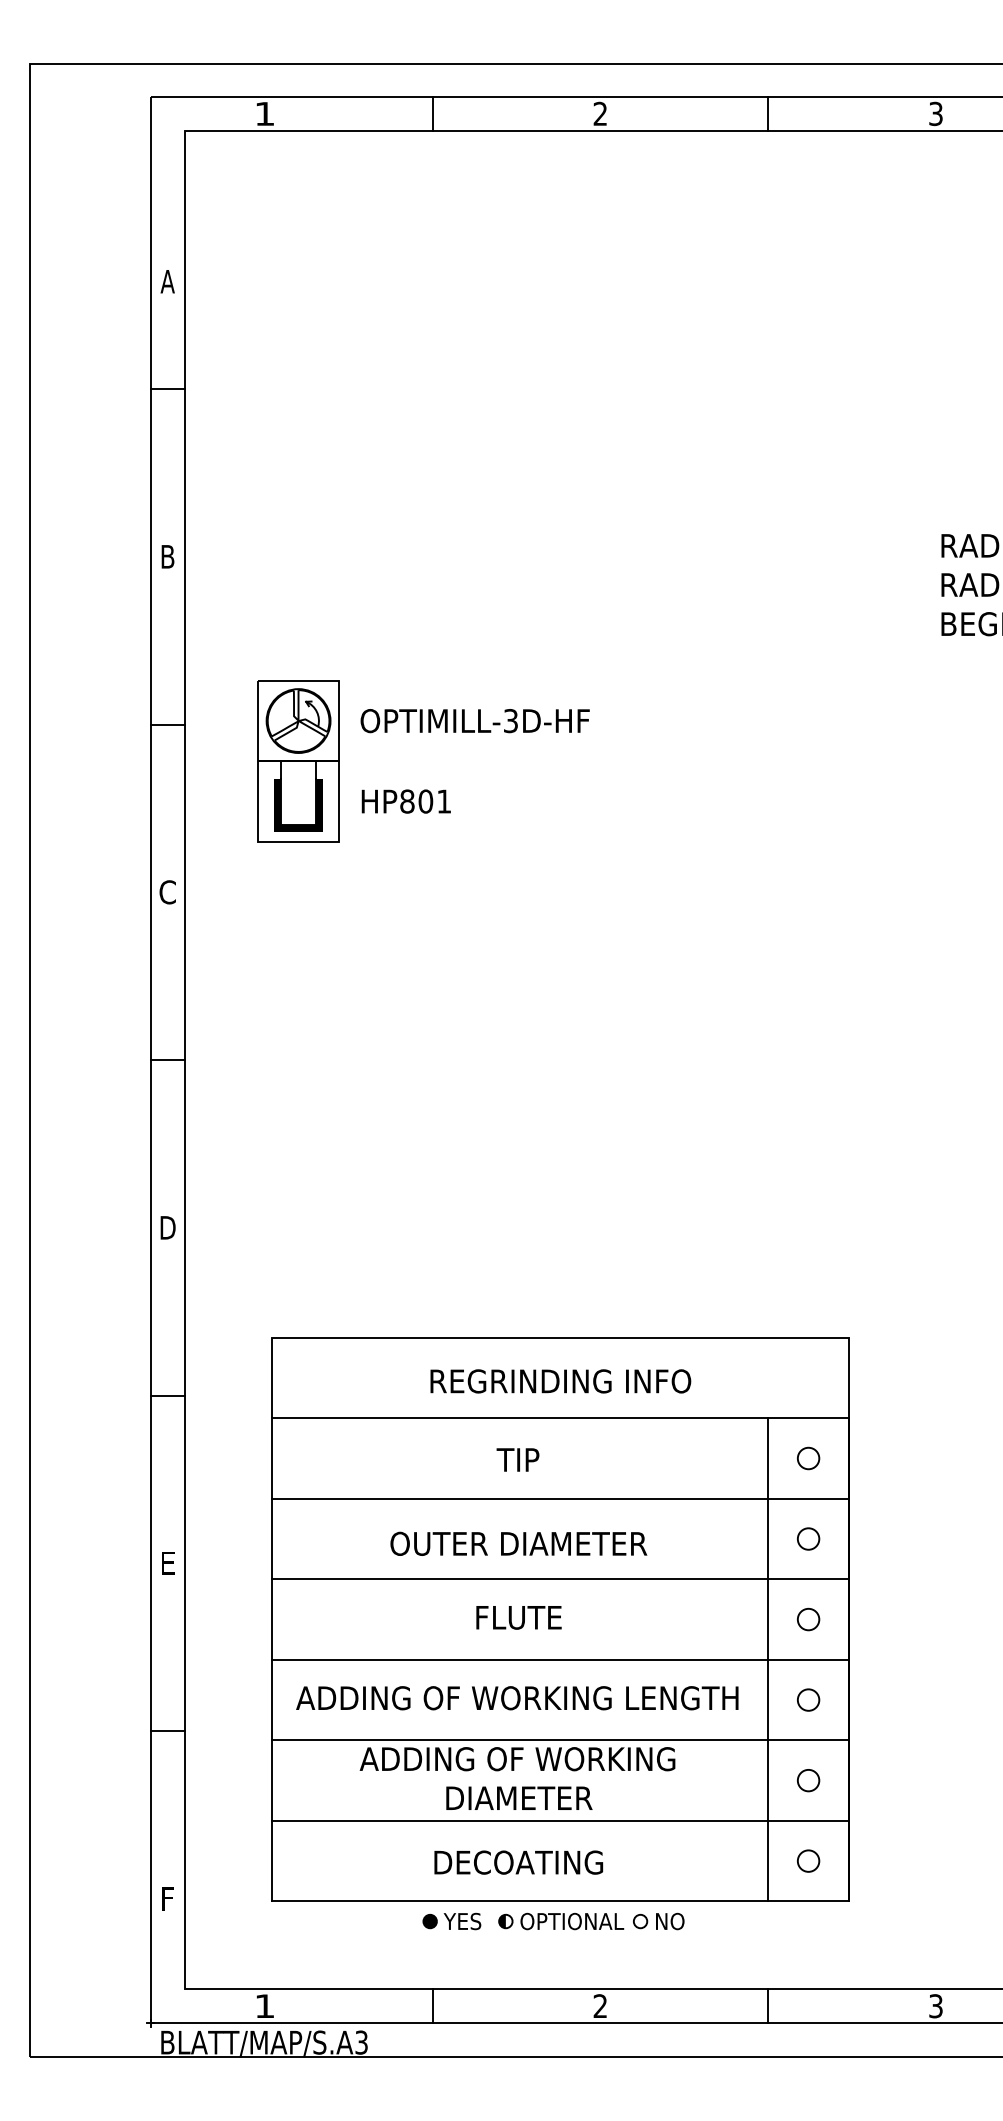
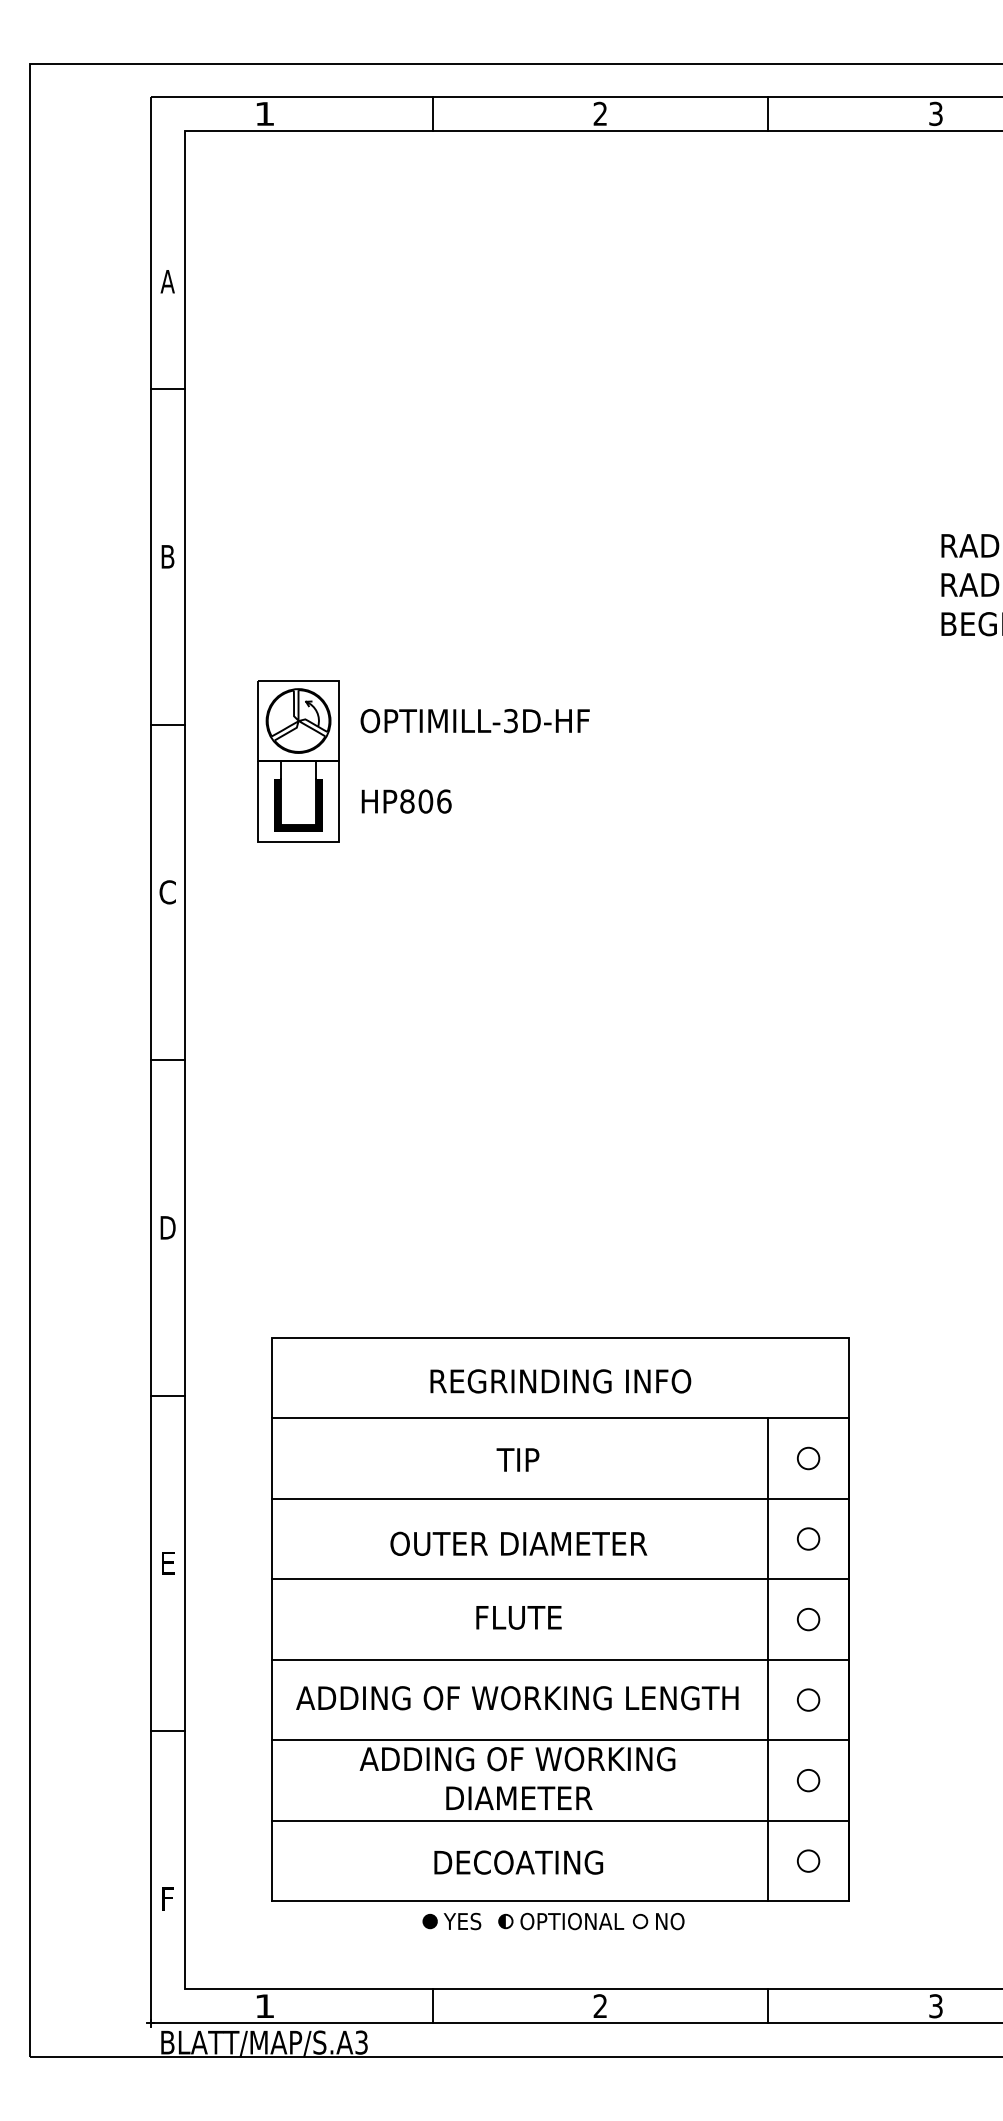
text at (444, 801): HP801 -> HP806
